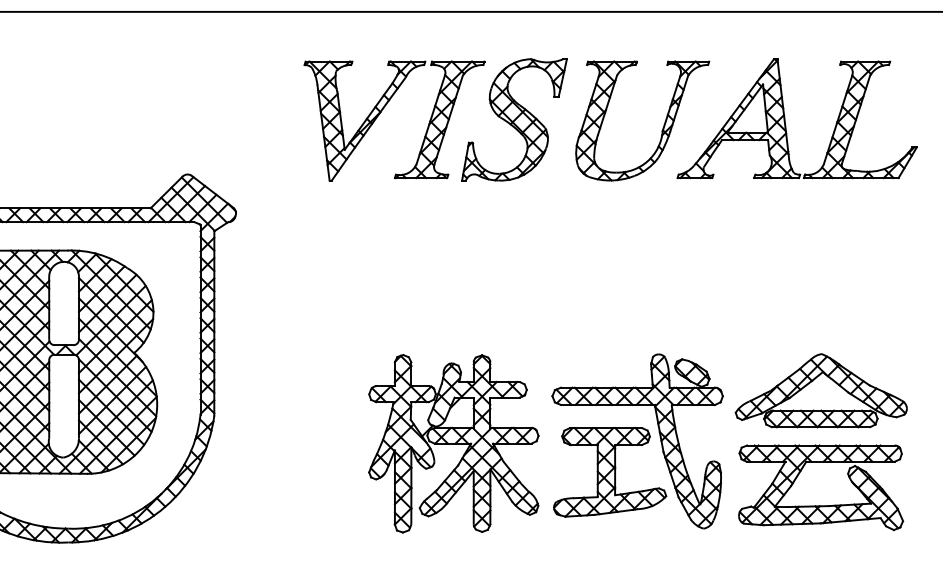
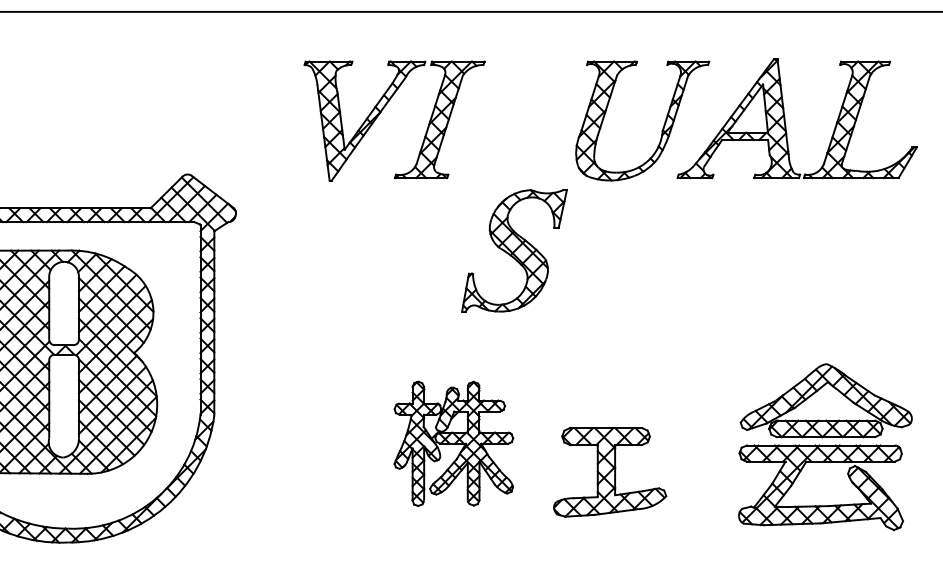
part at (514, 119) position: (514, 119) -> (514, 250)
part at (820, 390) position: (820, 390) -> (825, 400)
part at (659, 437): present -> none
part at (453, 443) size: 172x180 px -> 122x127 px
